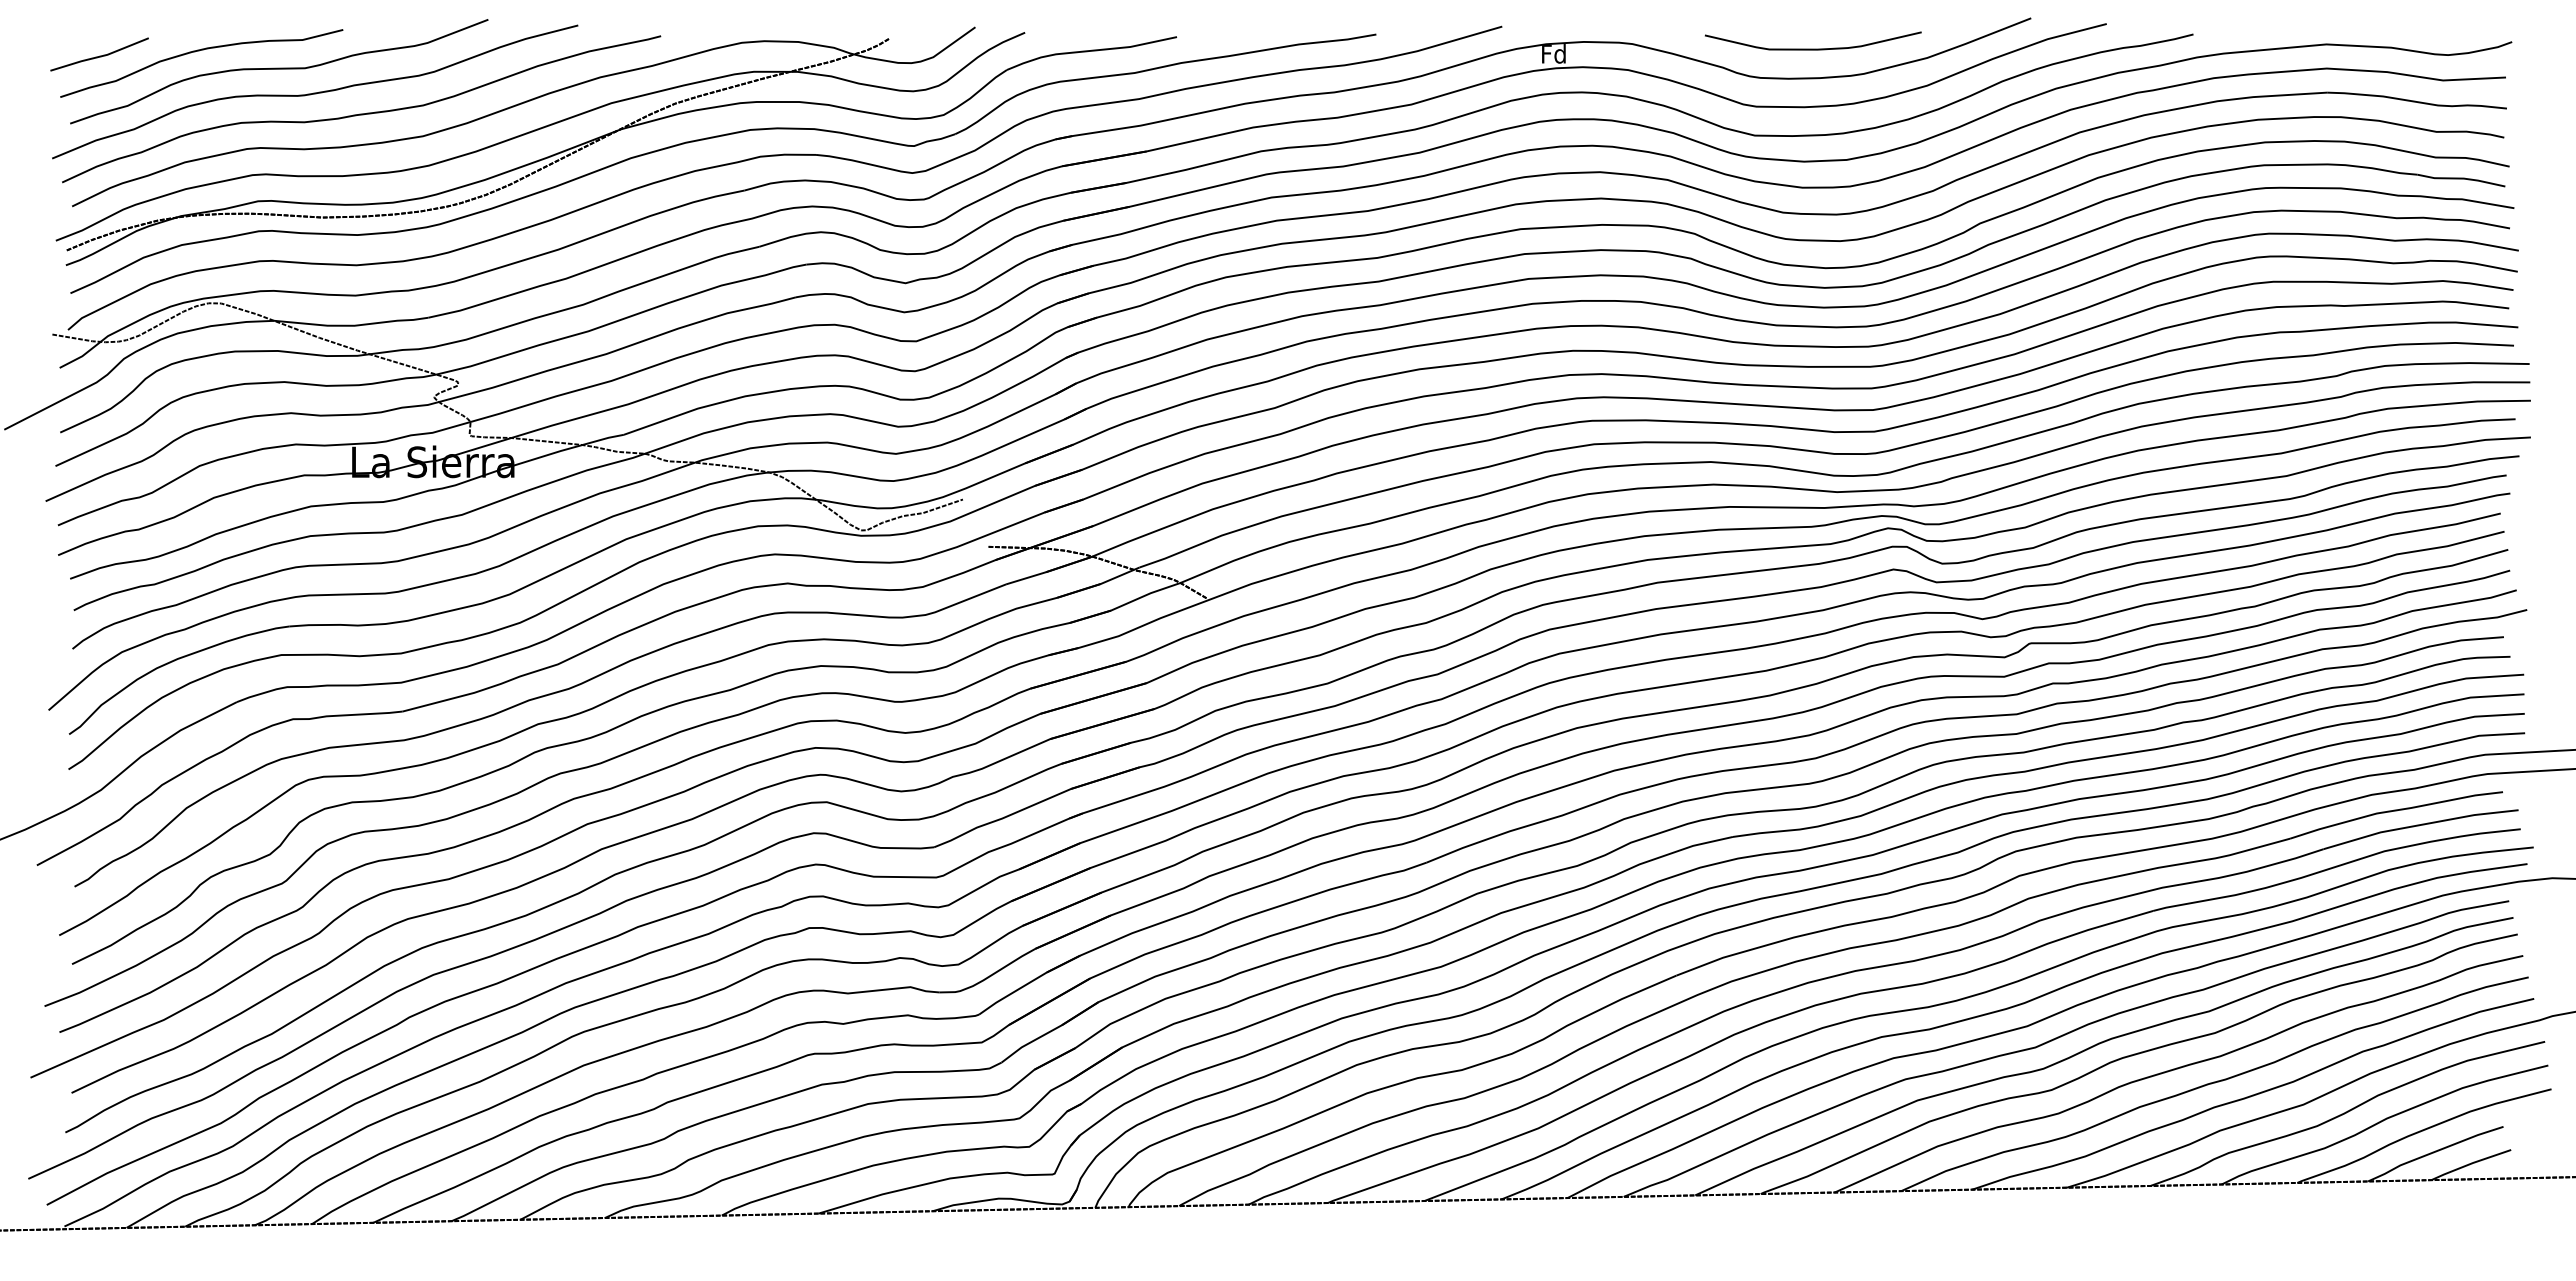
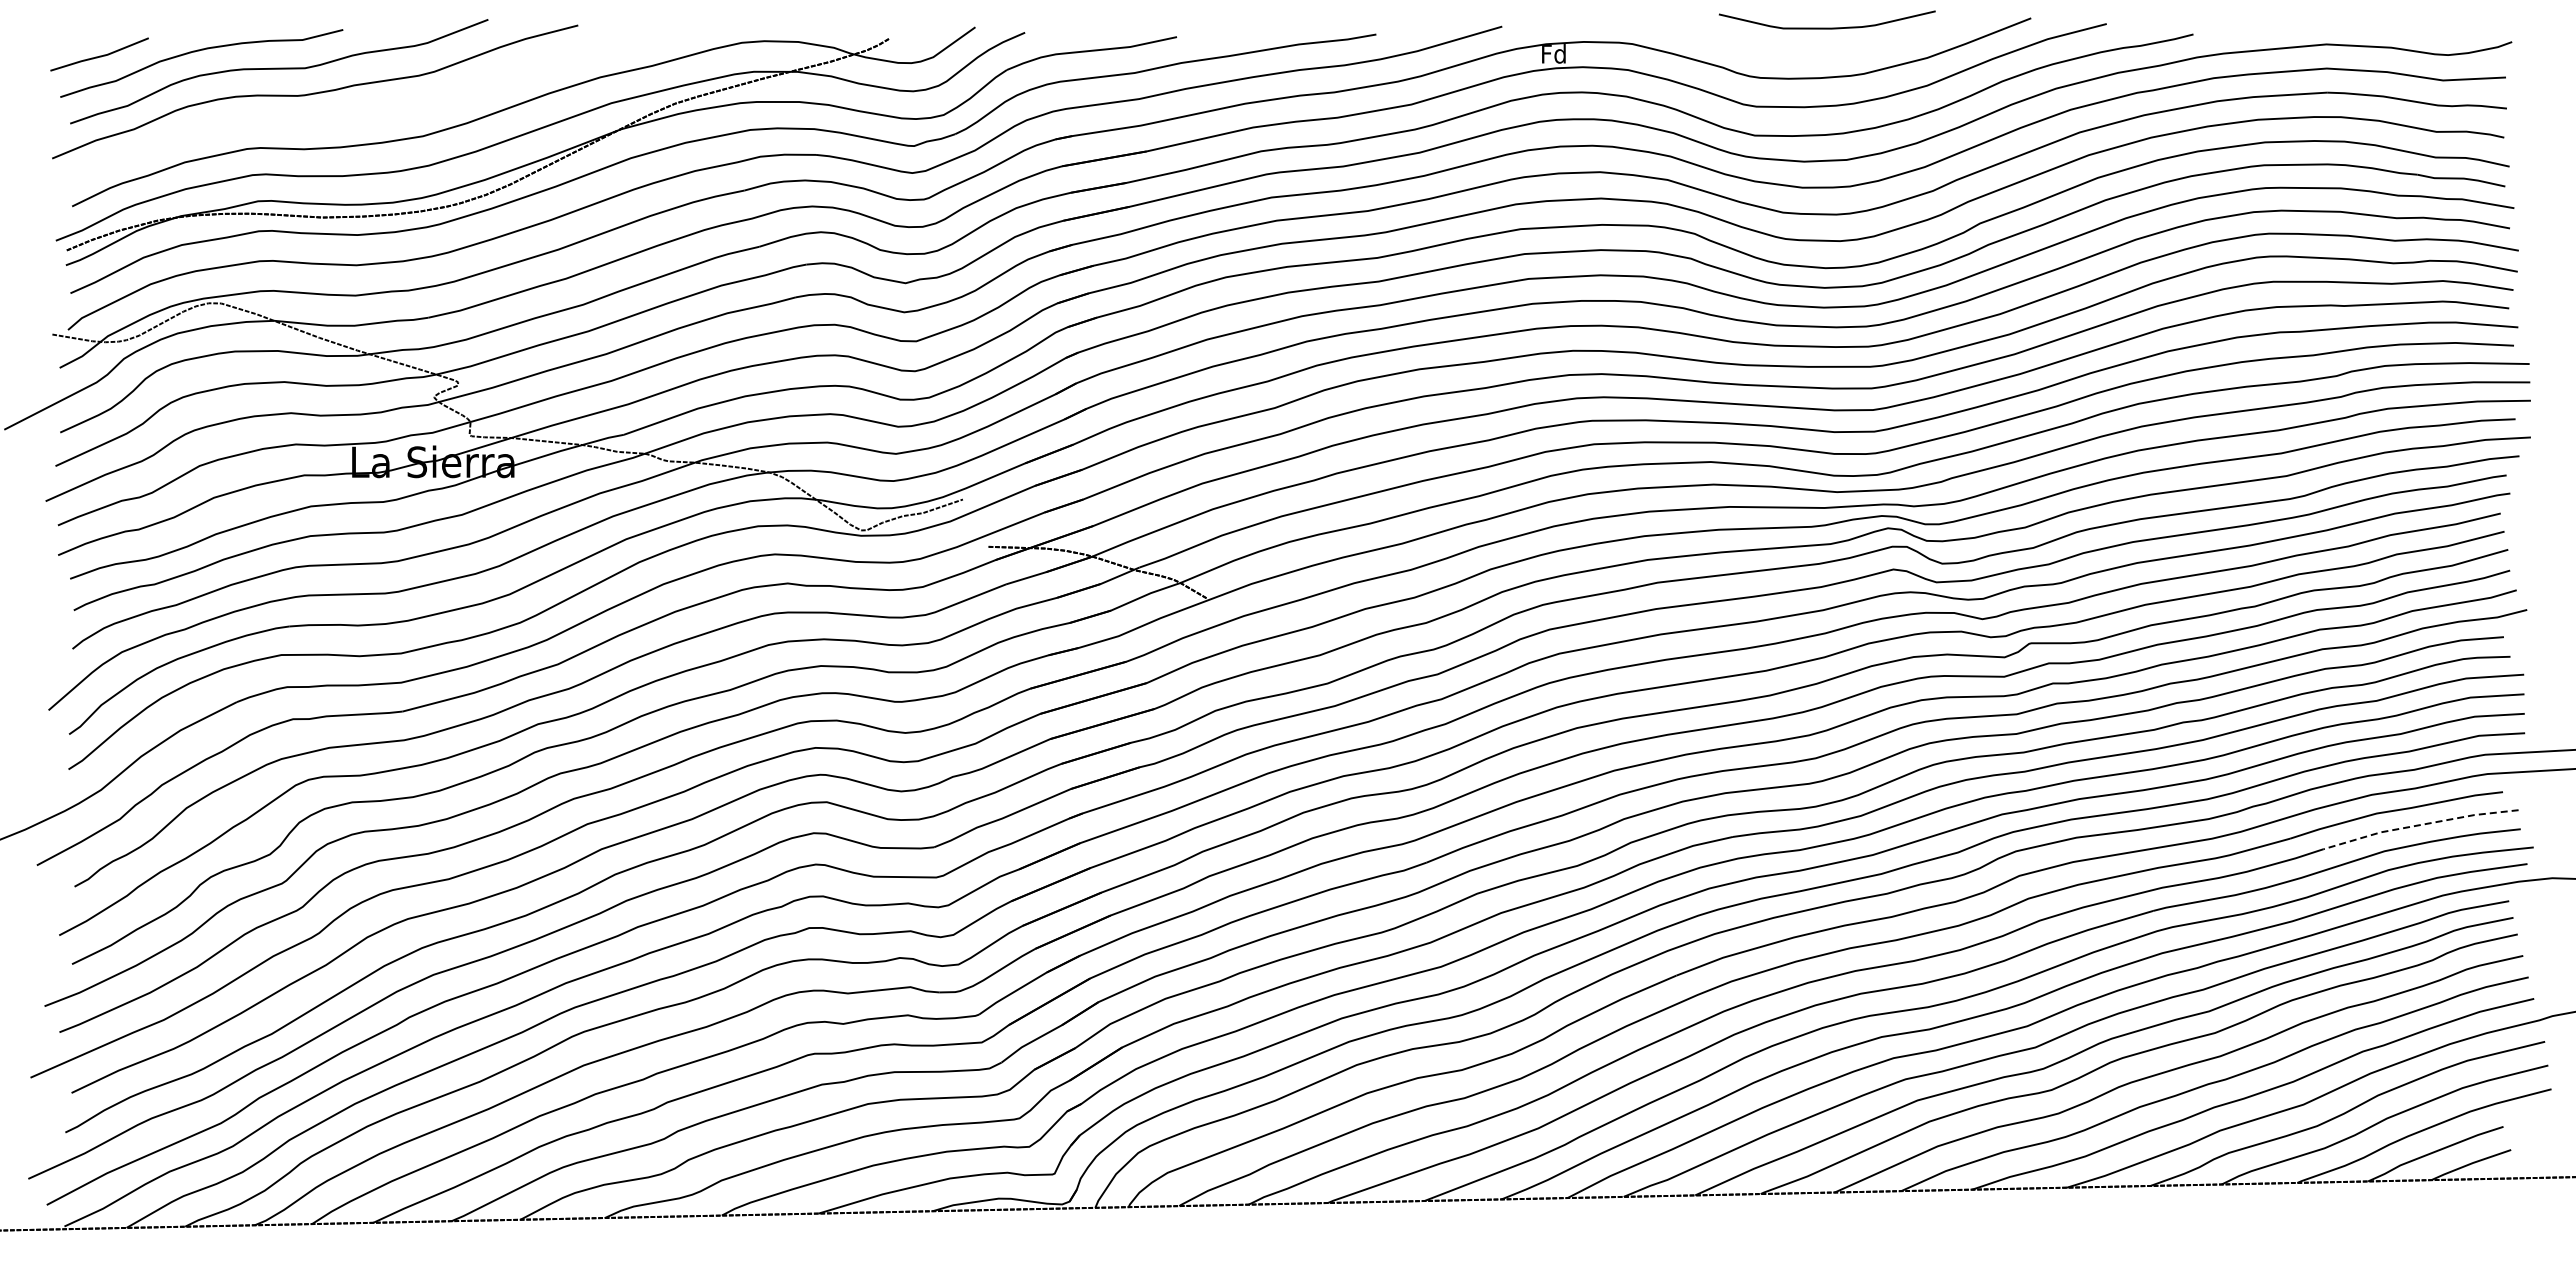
curve at (1813, 48) position: (1813, 48) -> (1827, 27)
curve at (361, 113): present -> none
line at (2419, 825): solid -> dashed
